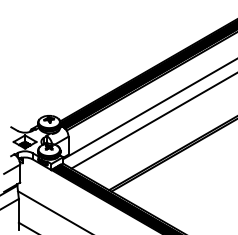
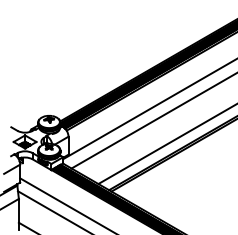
line at (166, 144): none -> present
line at (66, 204): none -> present
